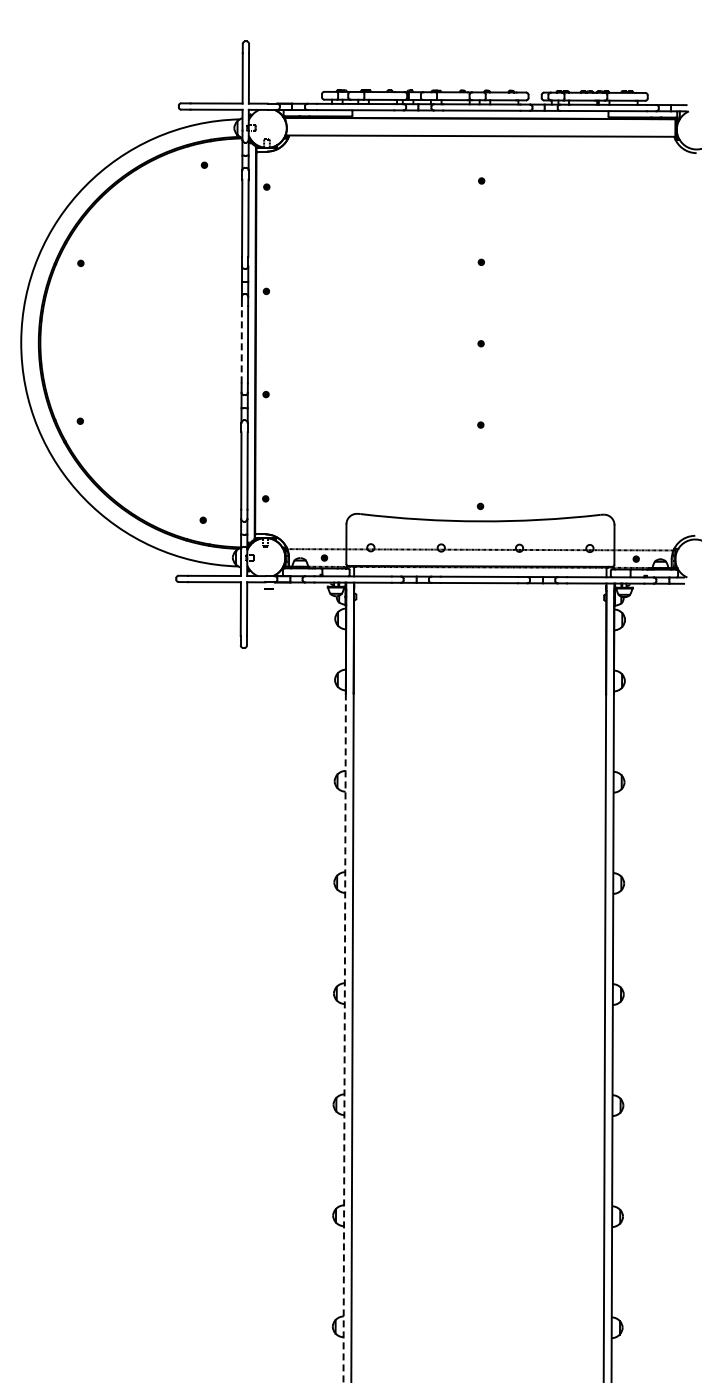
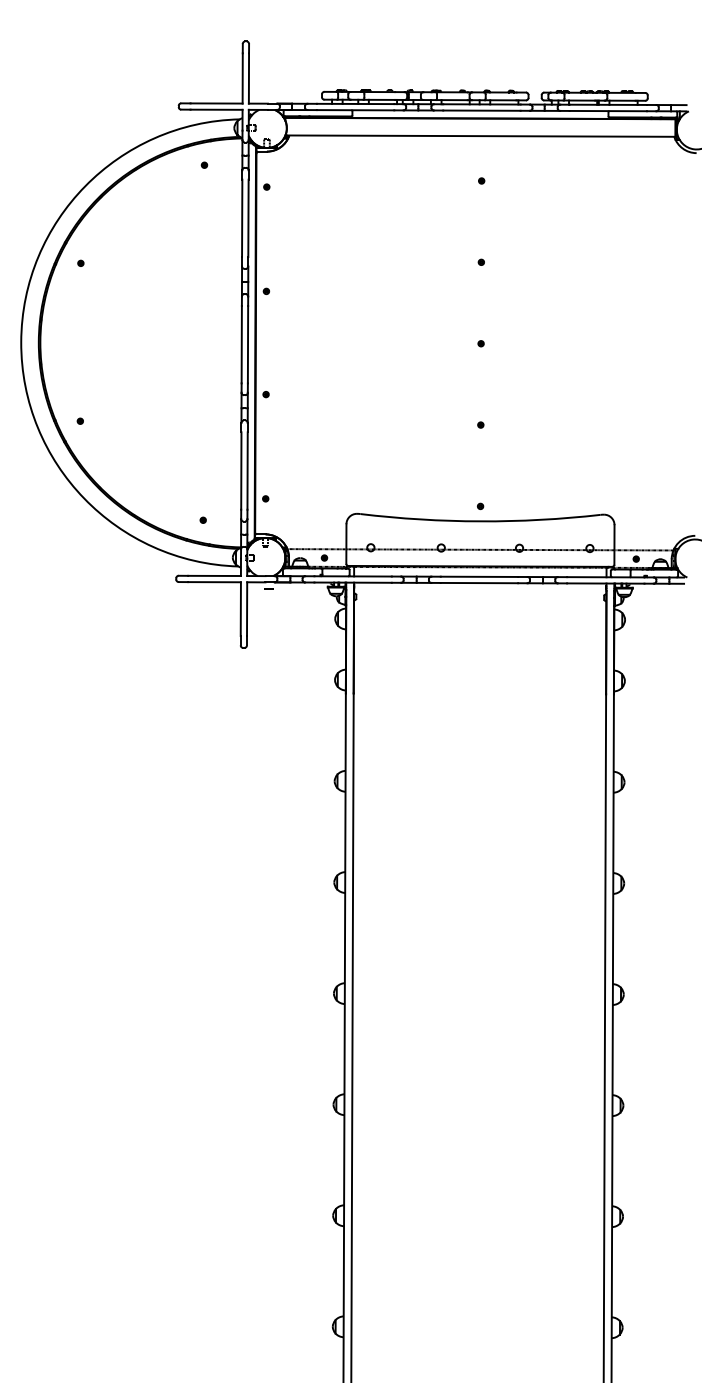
line at (241, 344): dashed -> solid
line at (344, 1038): dashed -> solid
